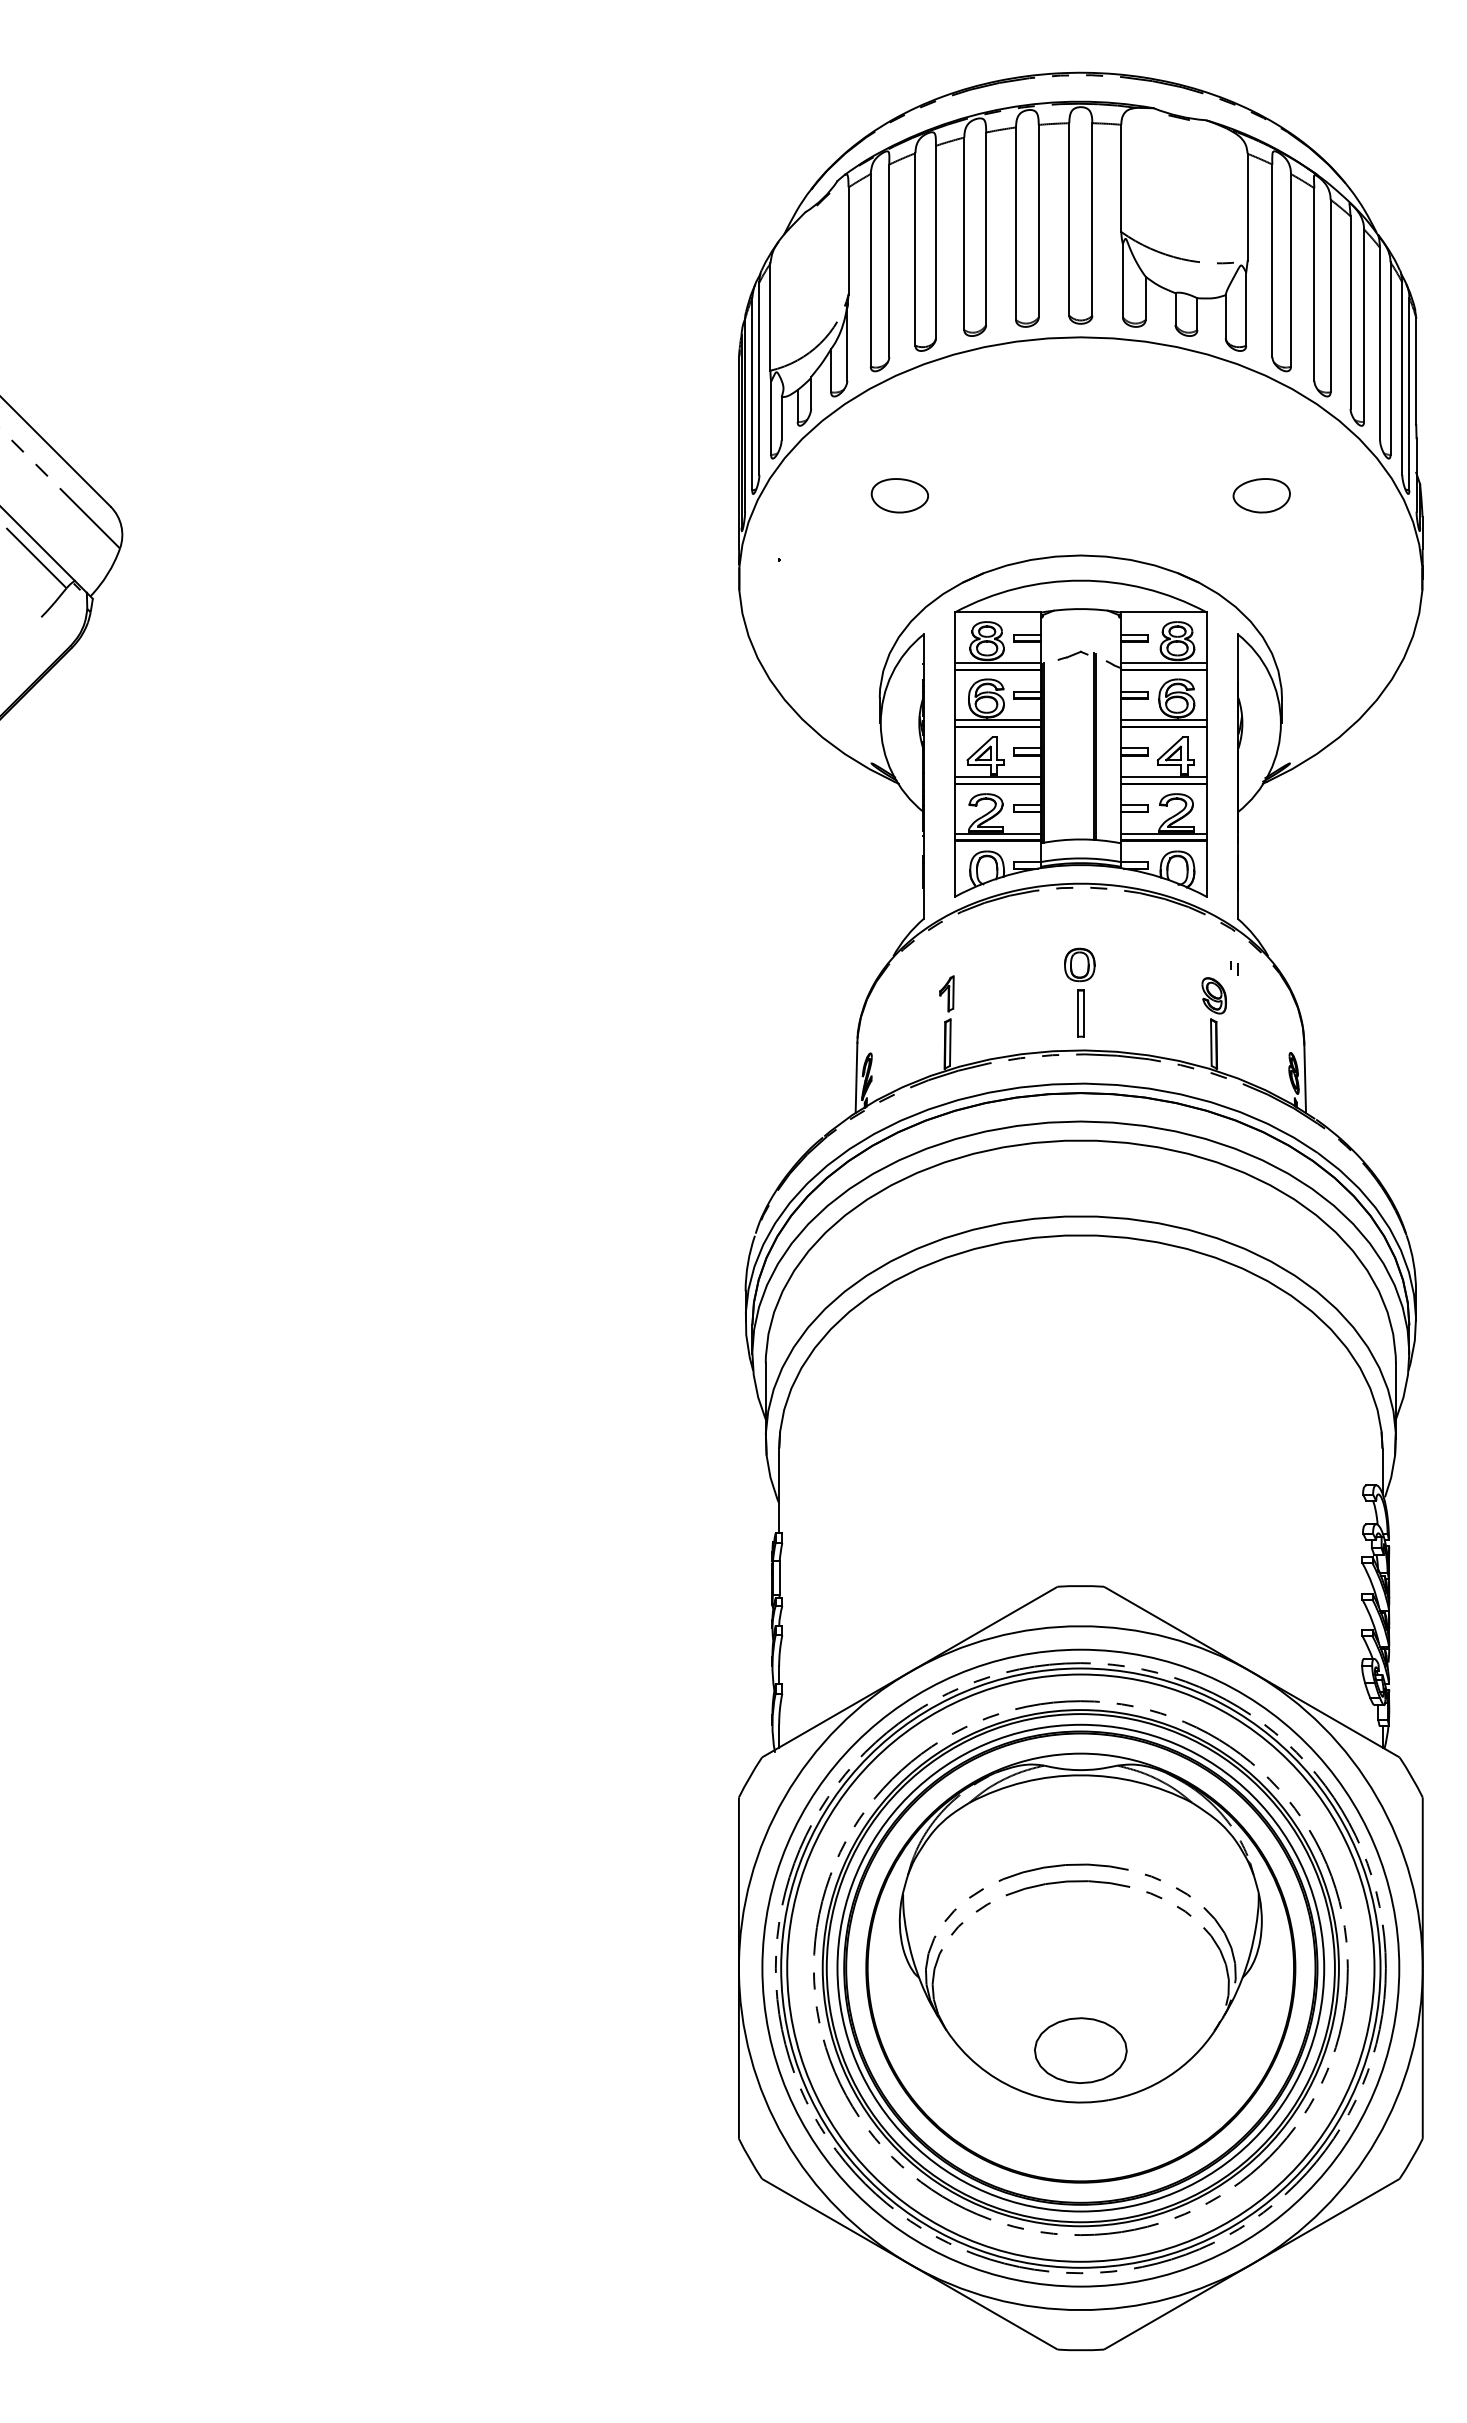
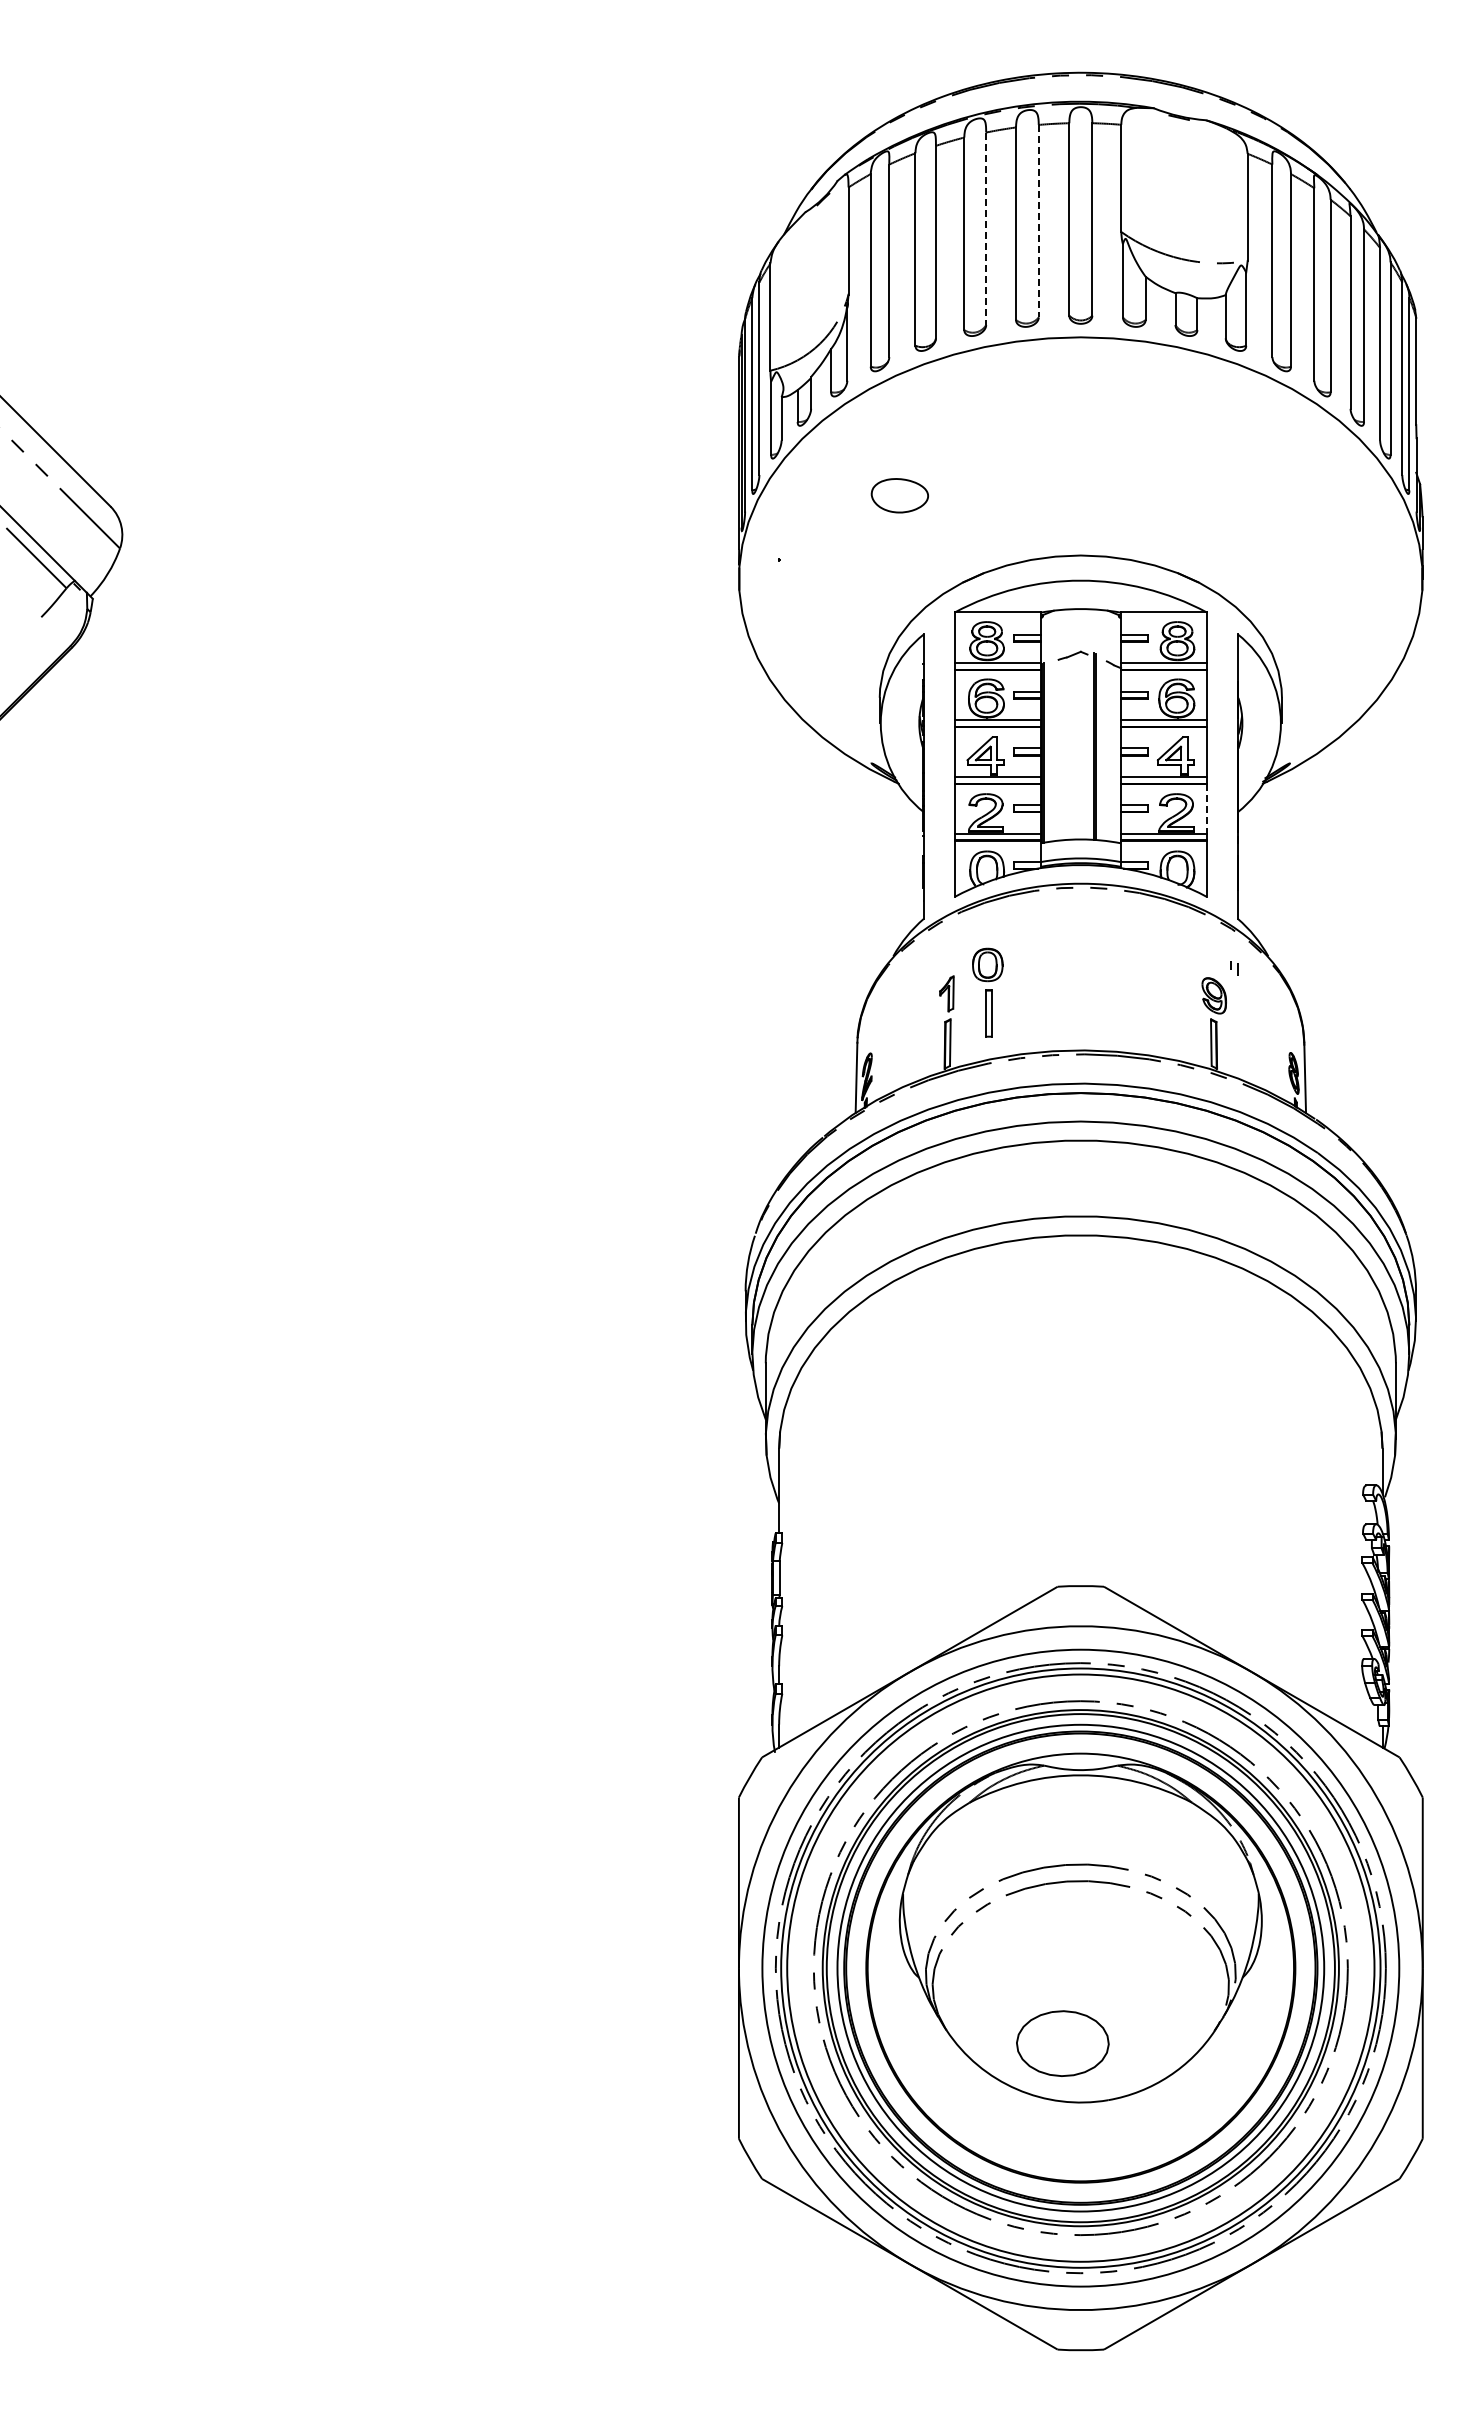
line at (1038, 221): solid -> dashed
line at (986, 229): solid -> dashed
part at (1261, 495): present -> none
line at (1206, 808): solid -> dashed
part at (1079, 992) position: (1079, 992) -> (987, 992)
part at (1080, 2050) position: (1080, 2050) -> (1062, 2043)
